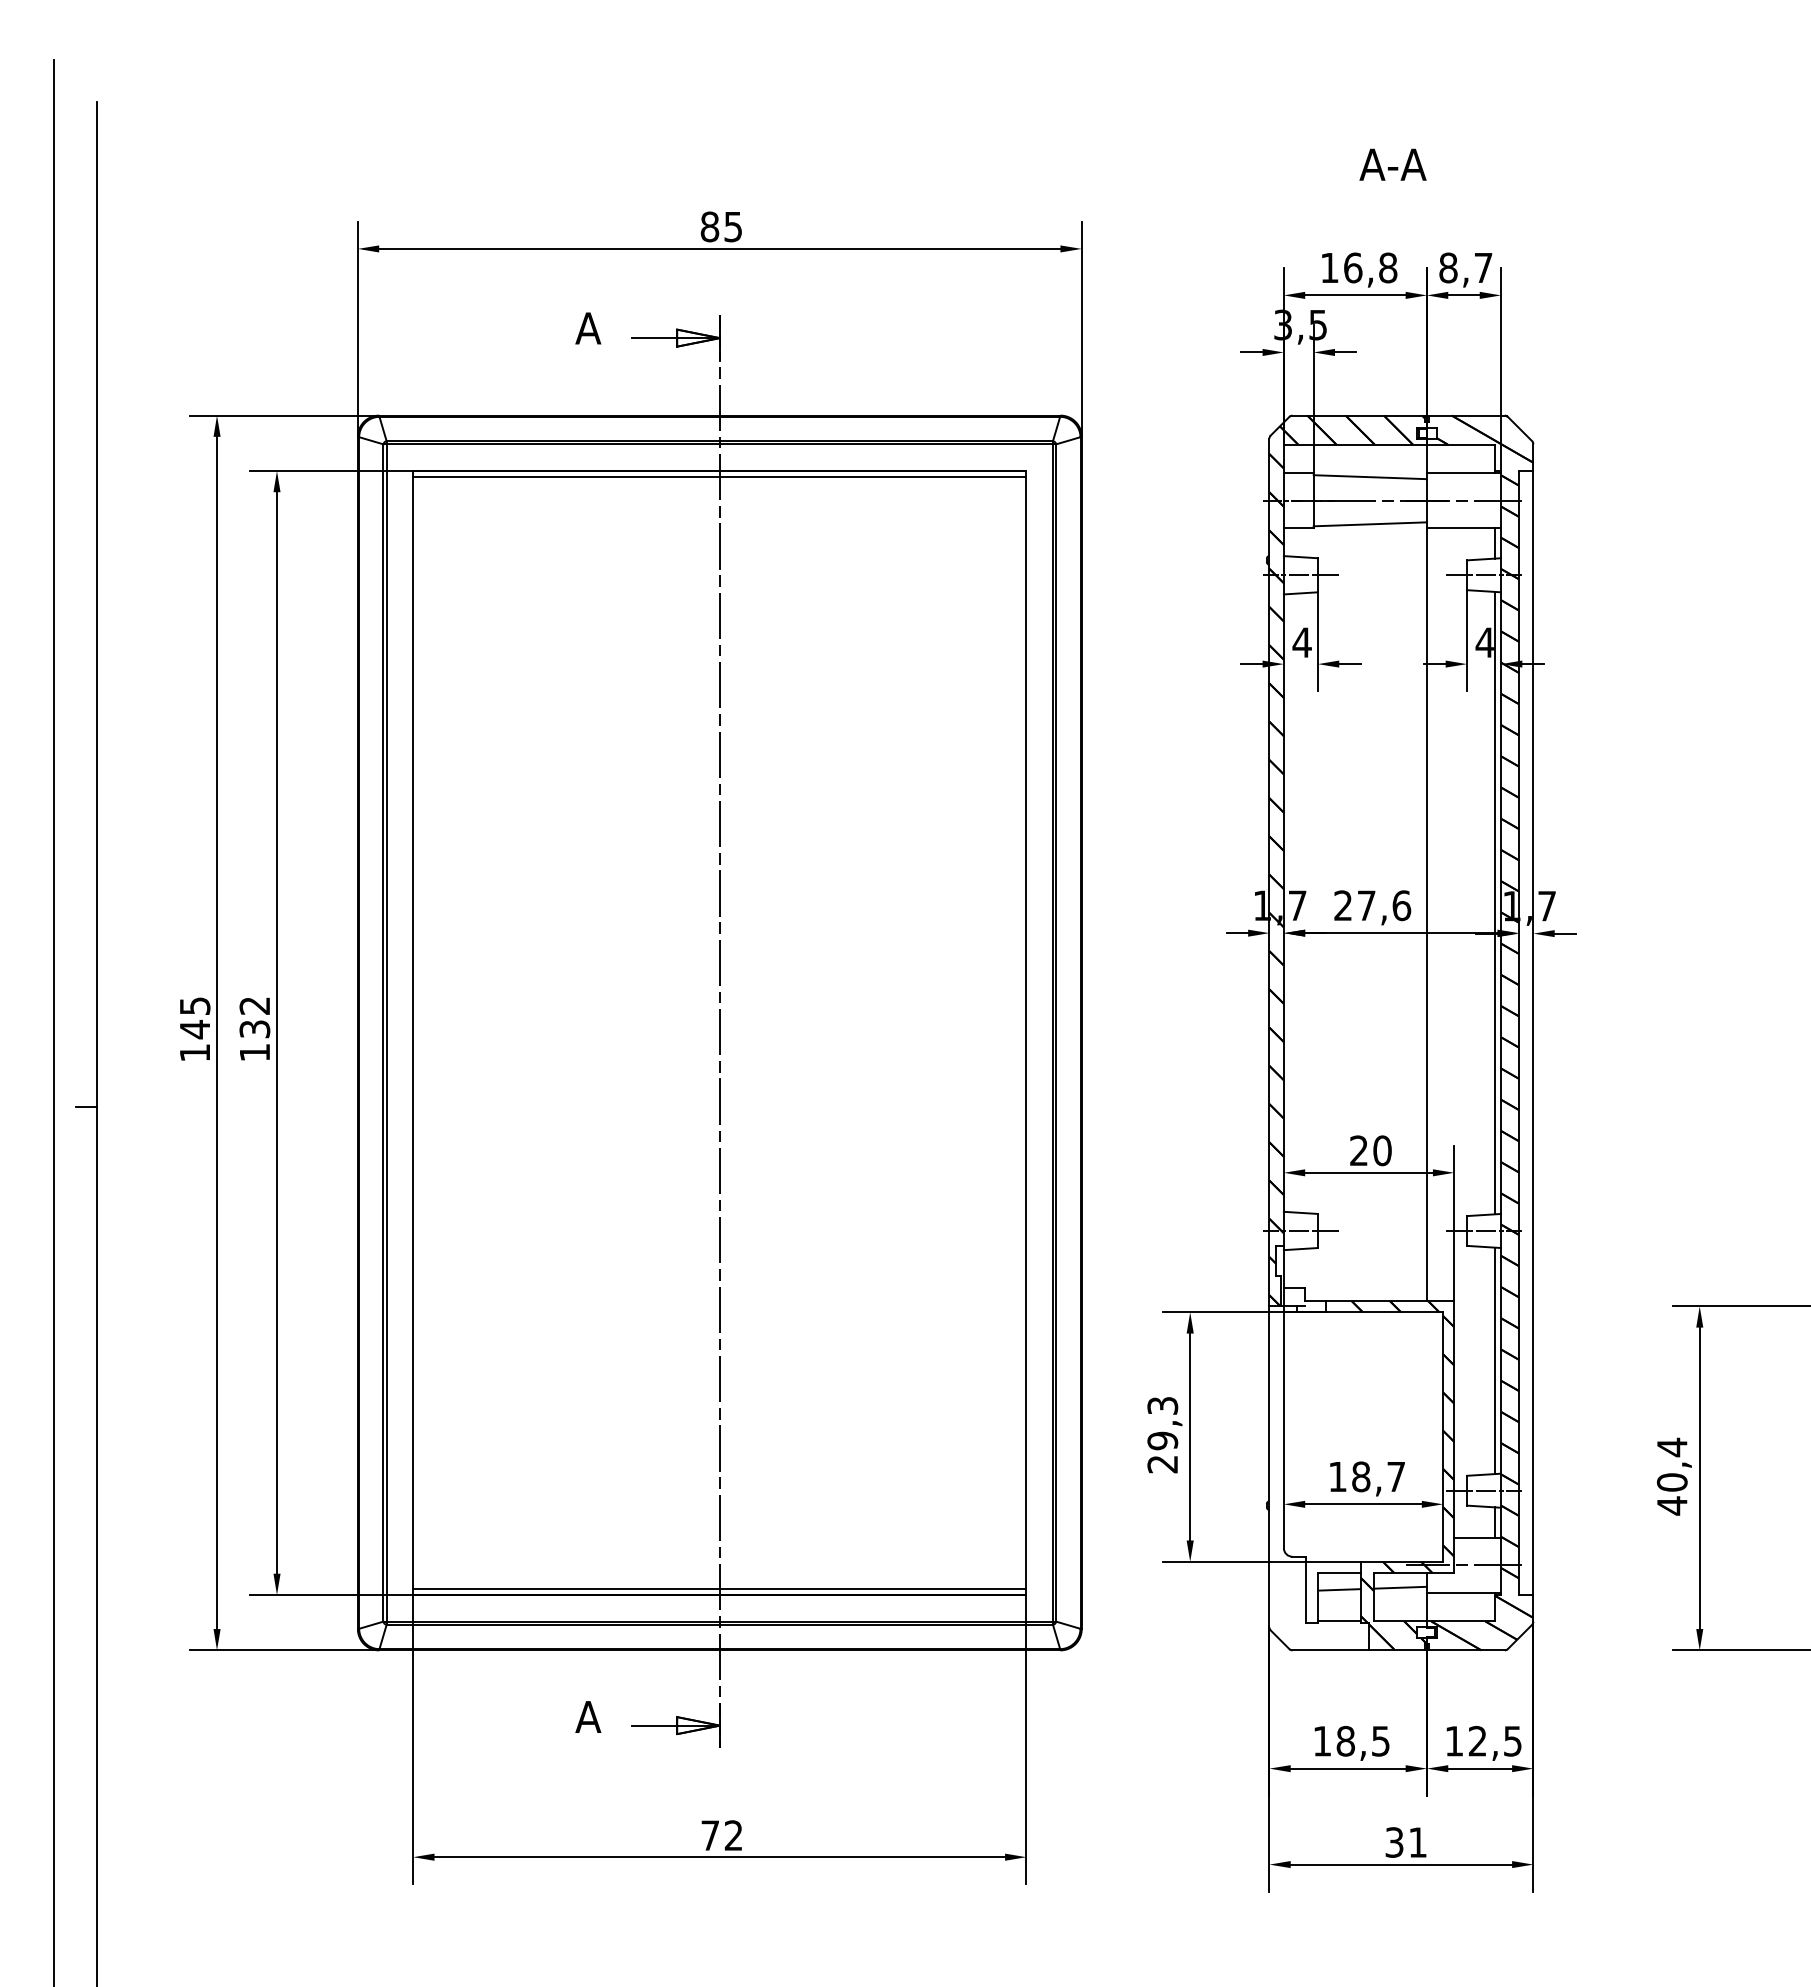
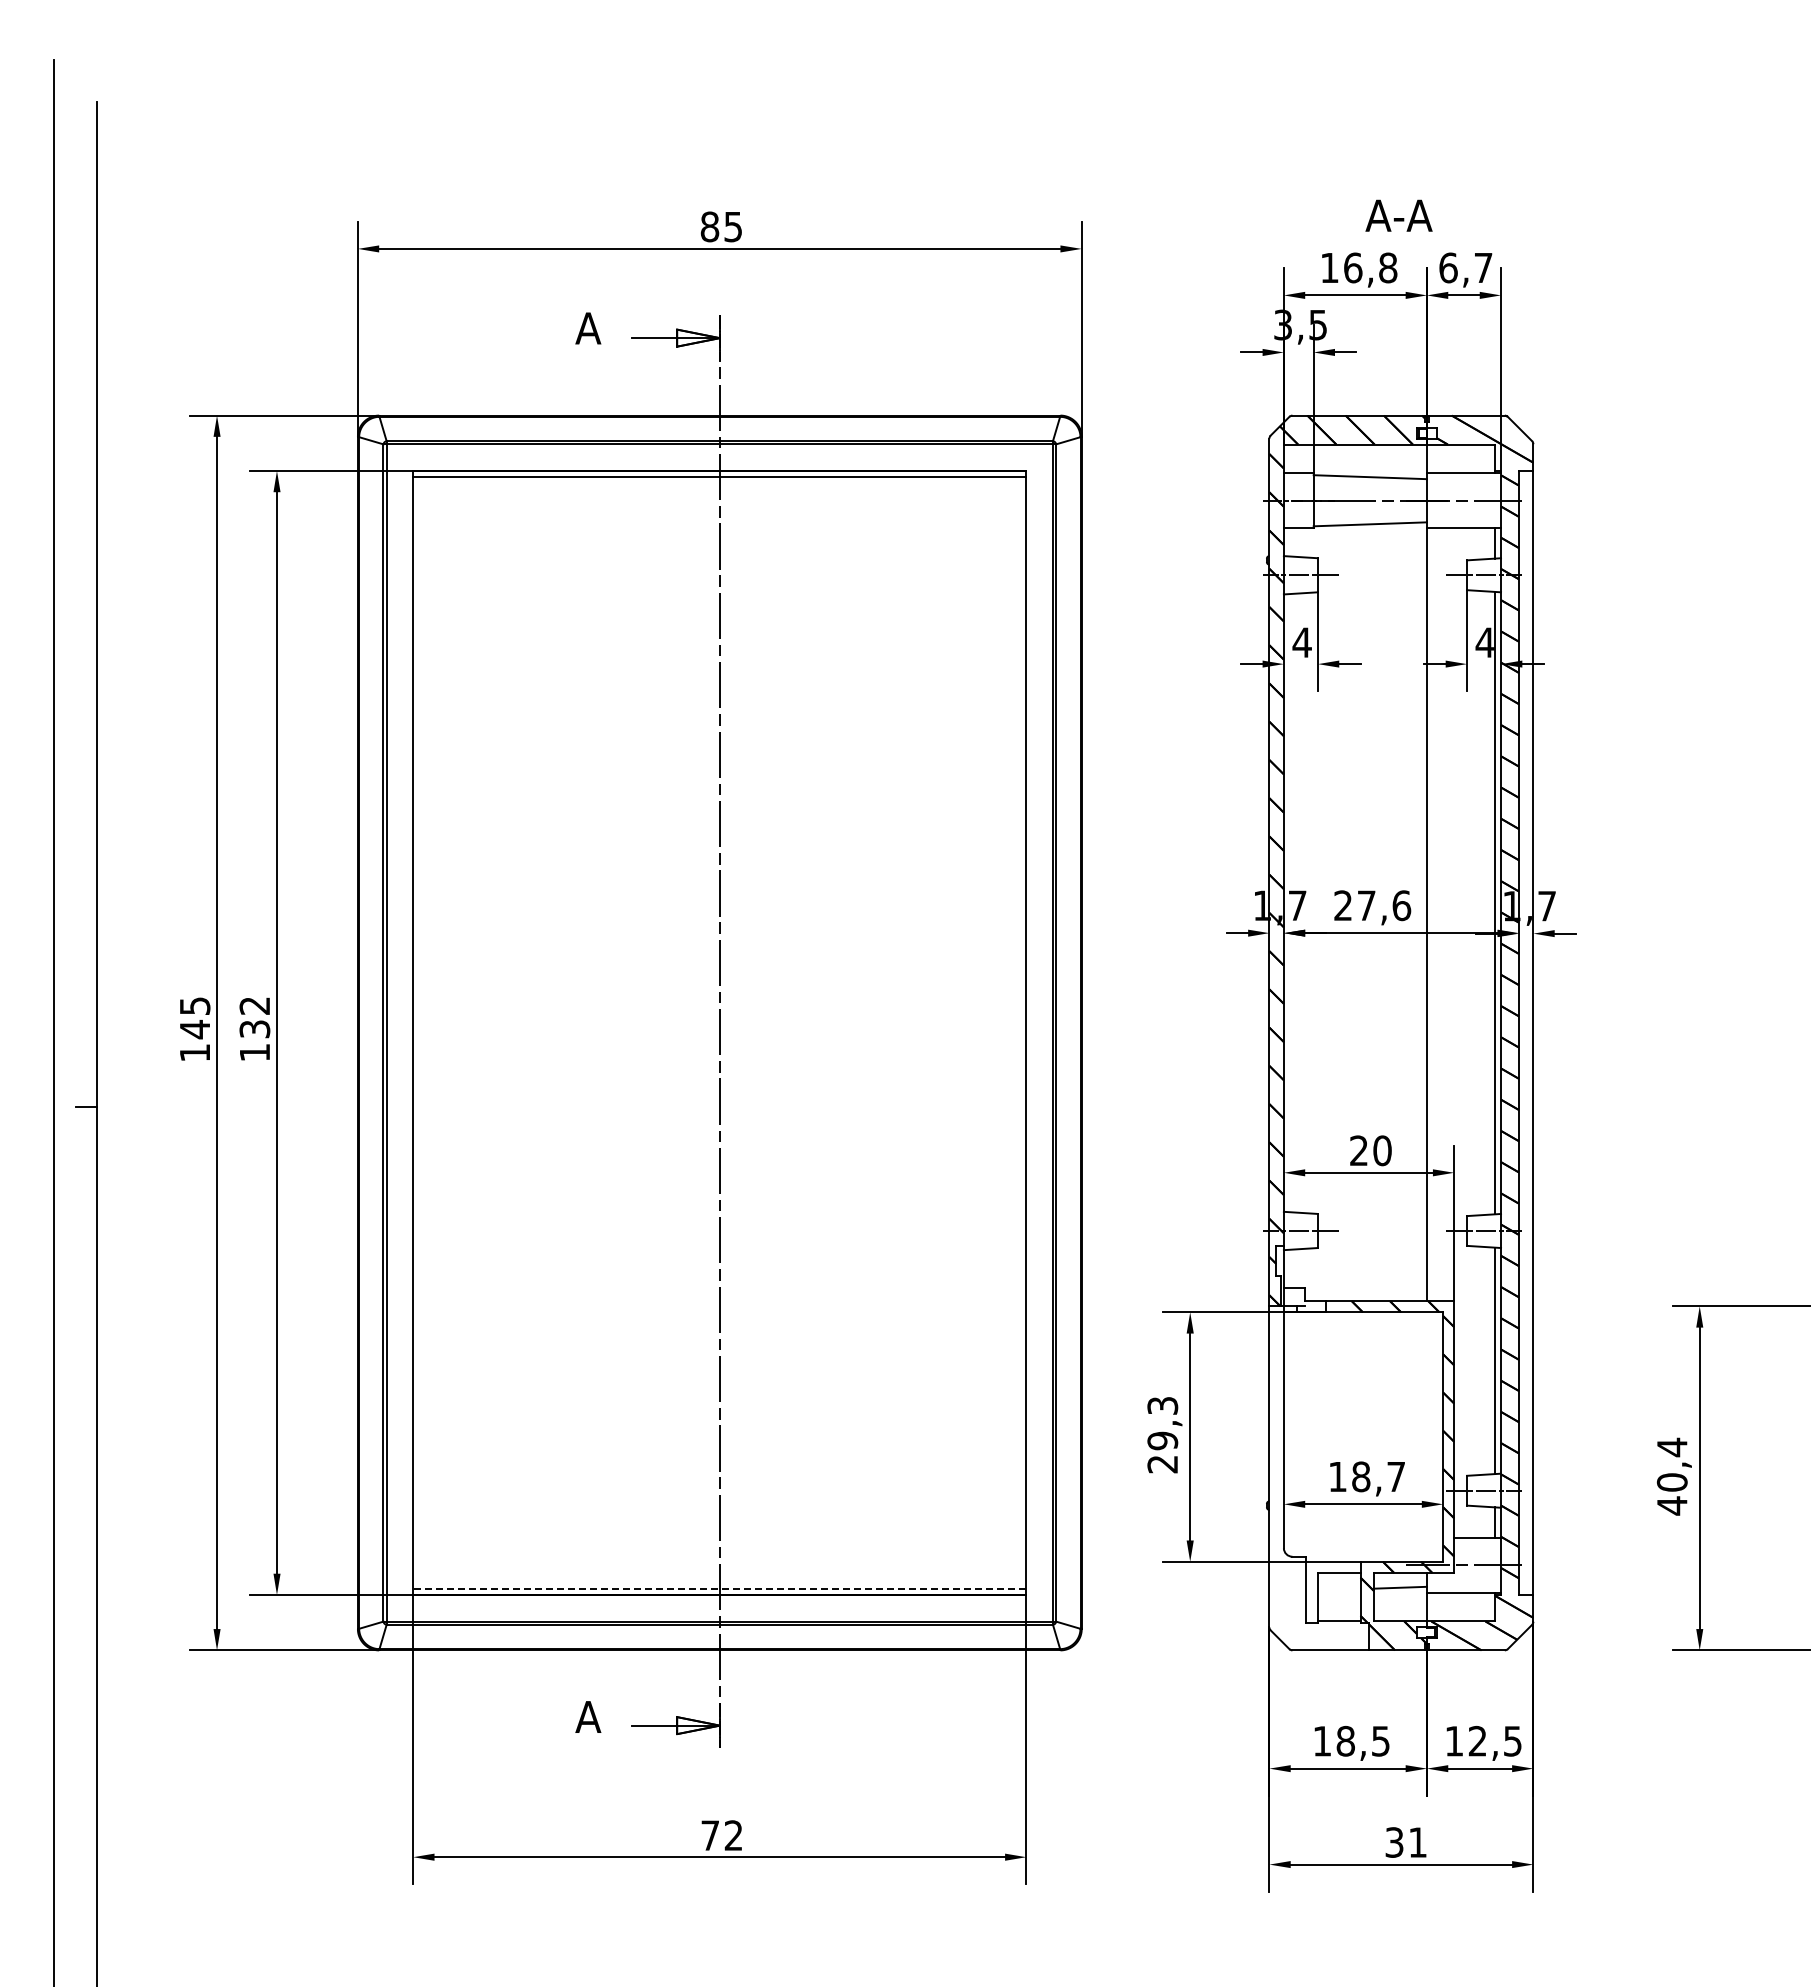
text at (1392, 164) position: (1392, 164) -> (1398, 215)
text at (1448, 267): 8,7 -> 6,7
line at (719, 1589): solid -> dashed
line at (1338, 1589): present -> none
